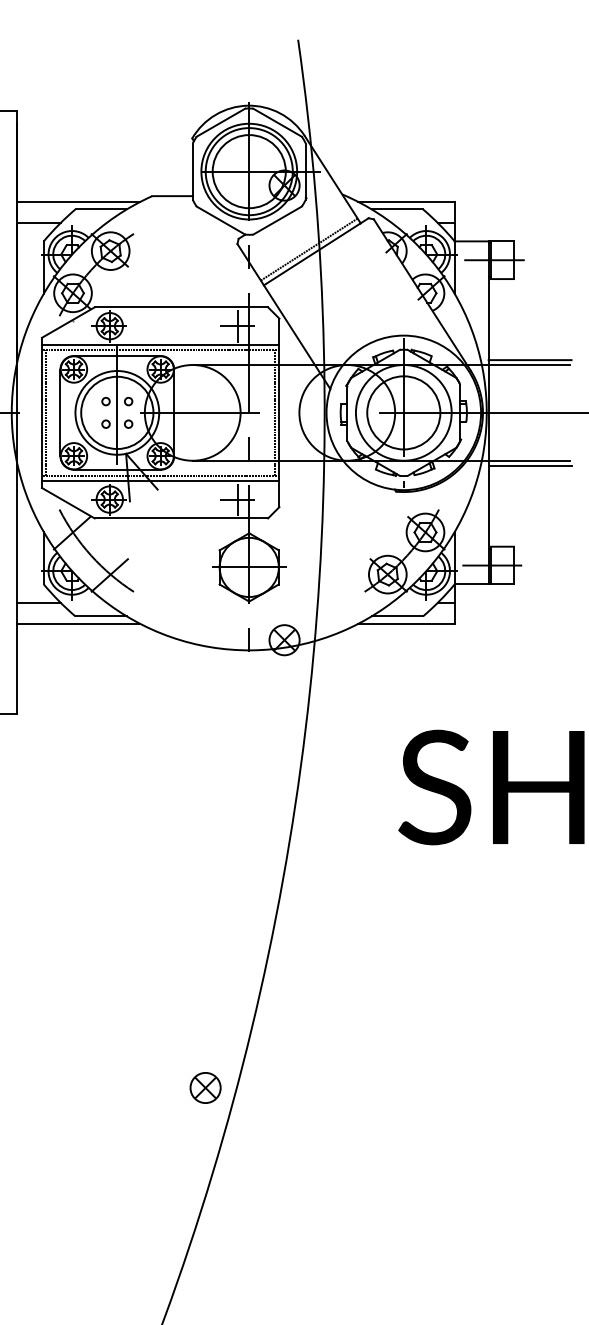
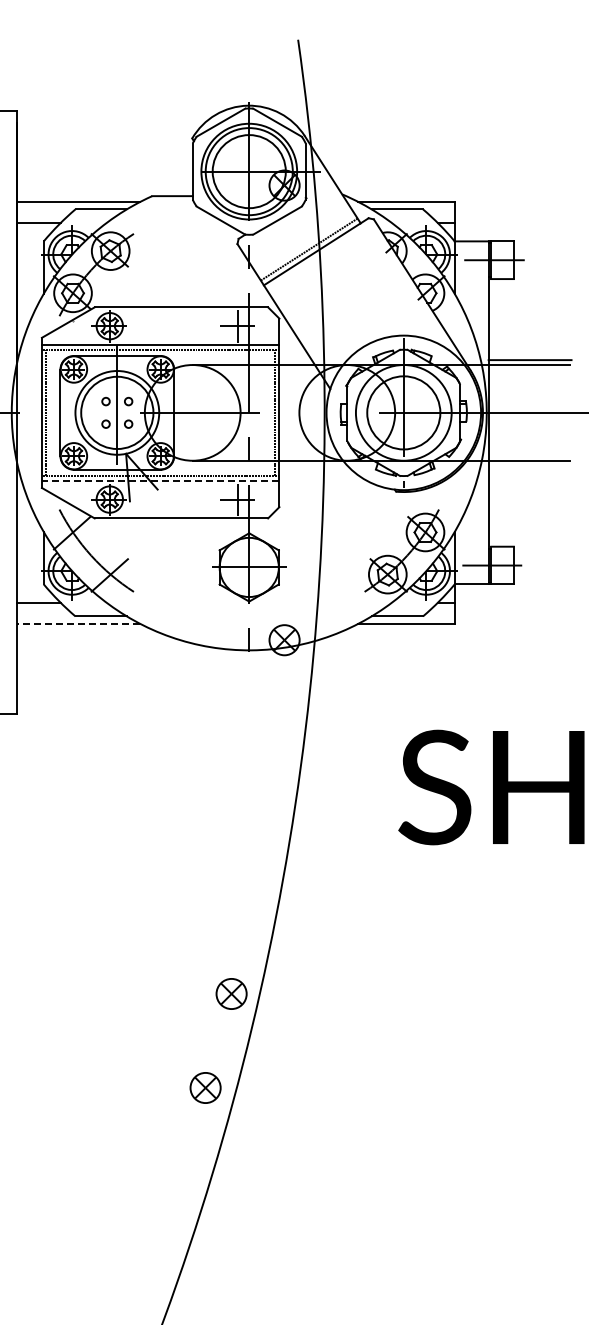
line at (529, 465): present -> none
line at (160, 480): solid -> dashed
line at (78, 623): solid -> dashed
part at (231, 993): none -> present
